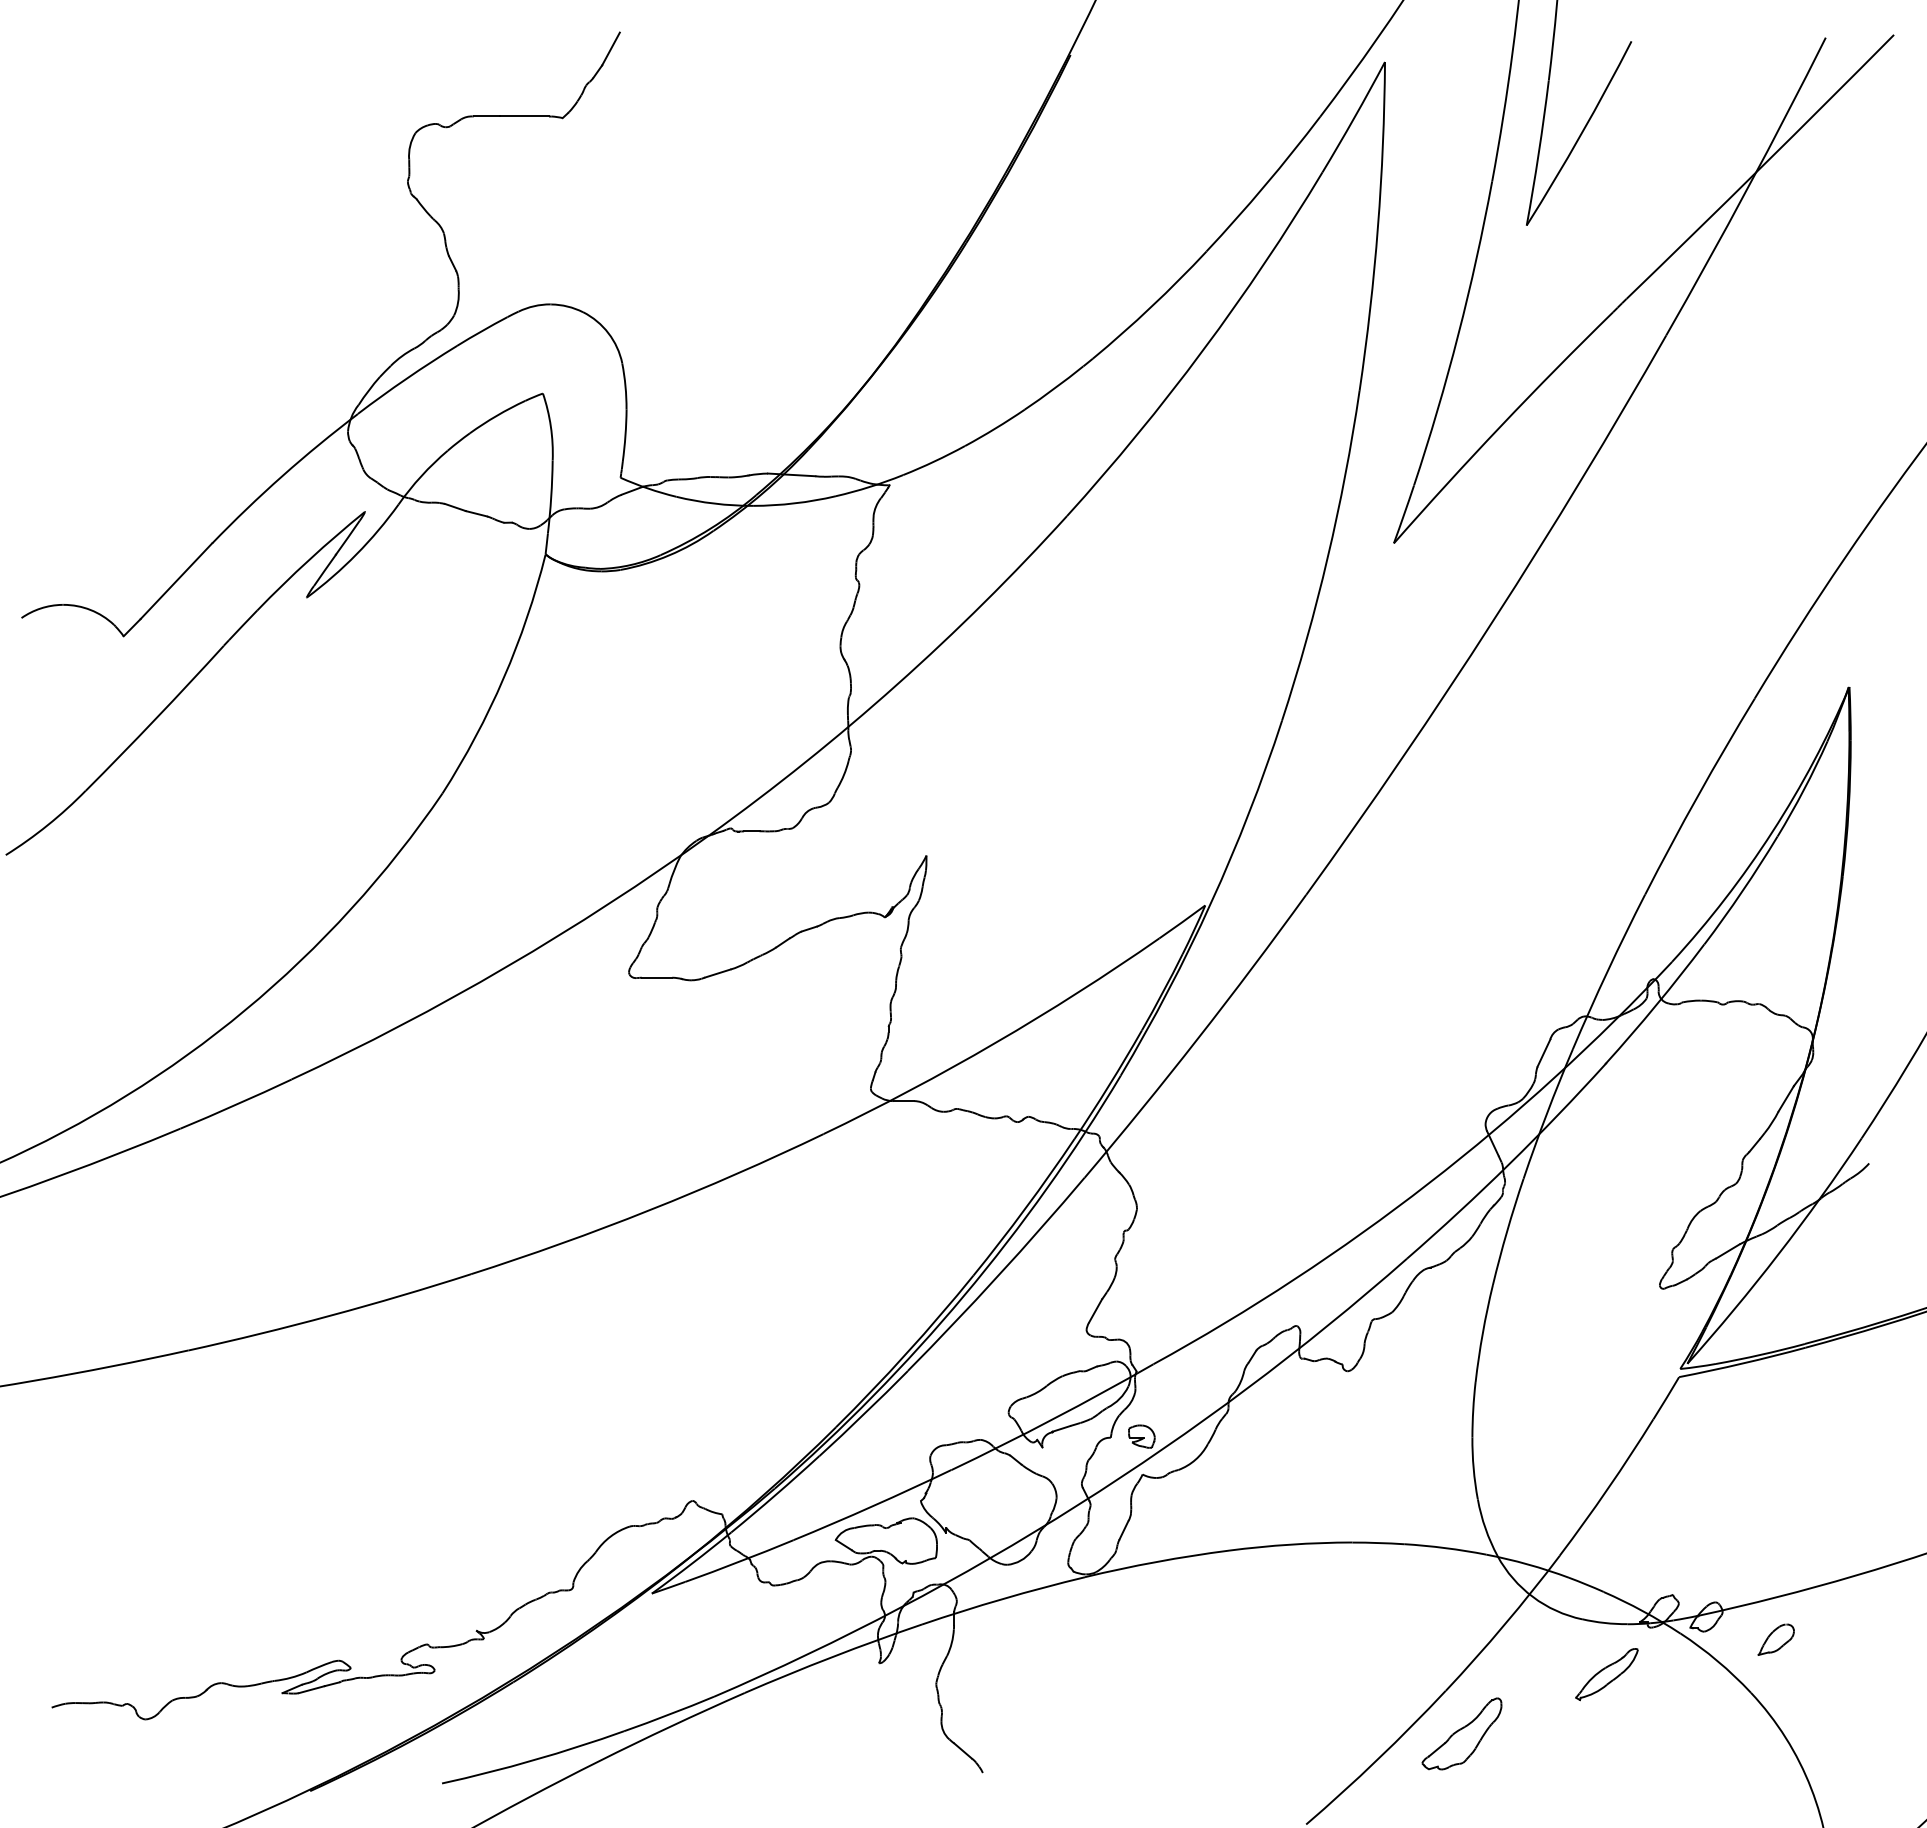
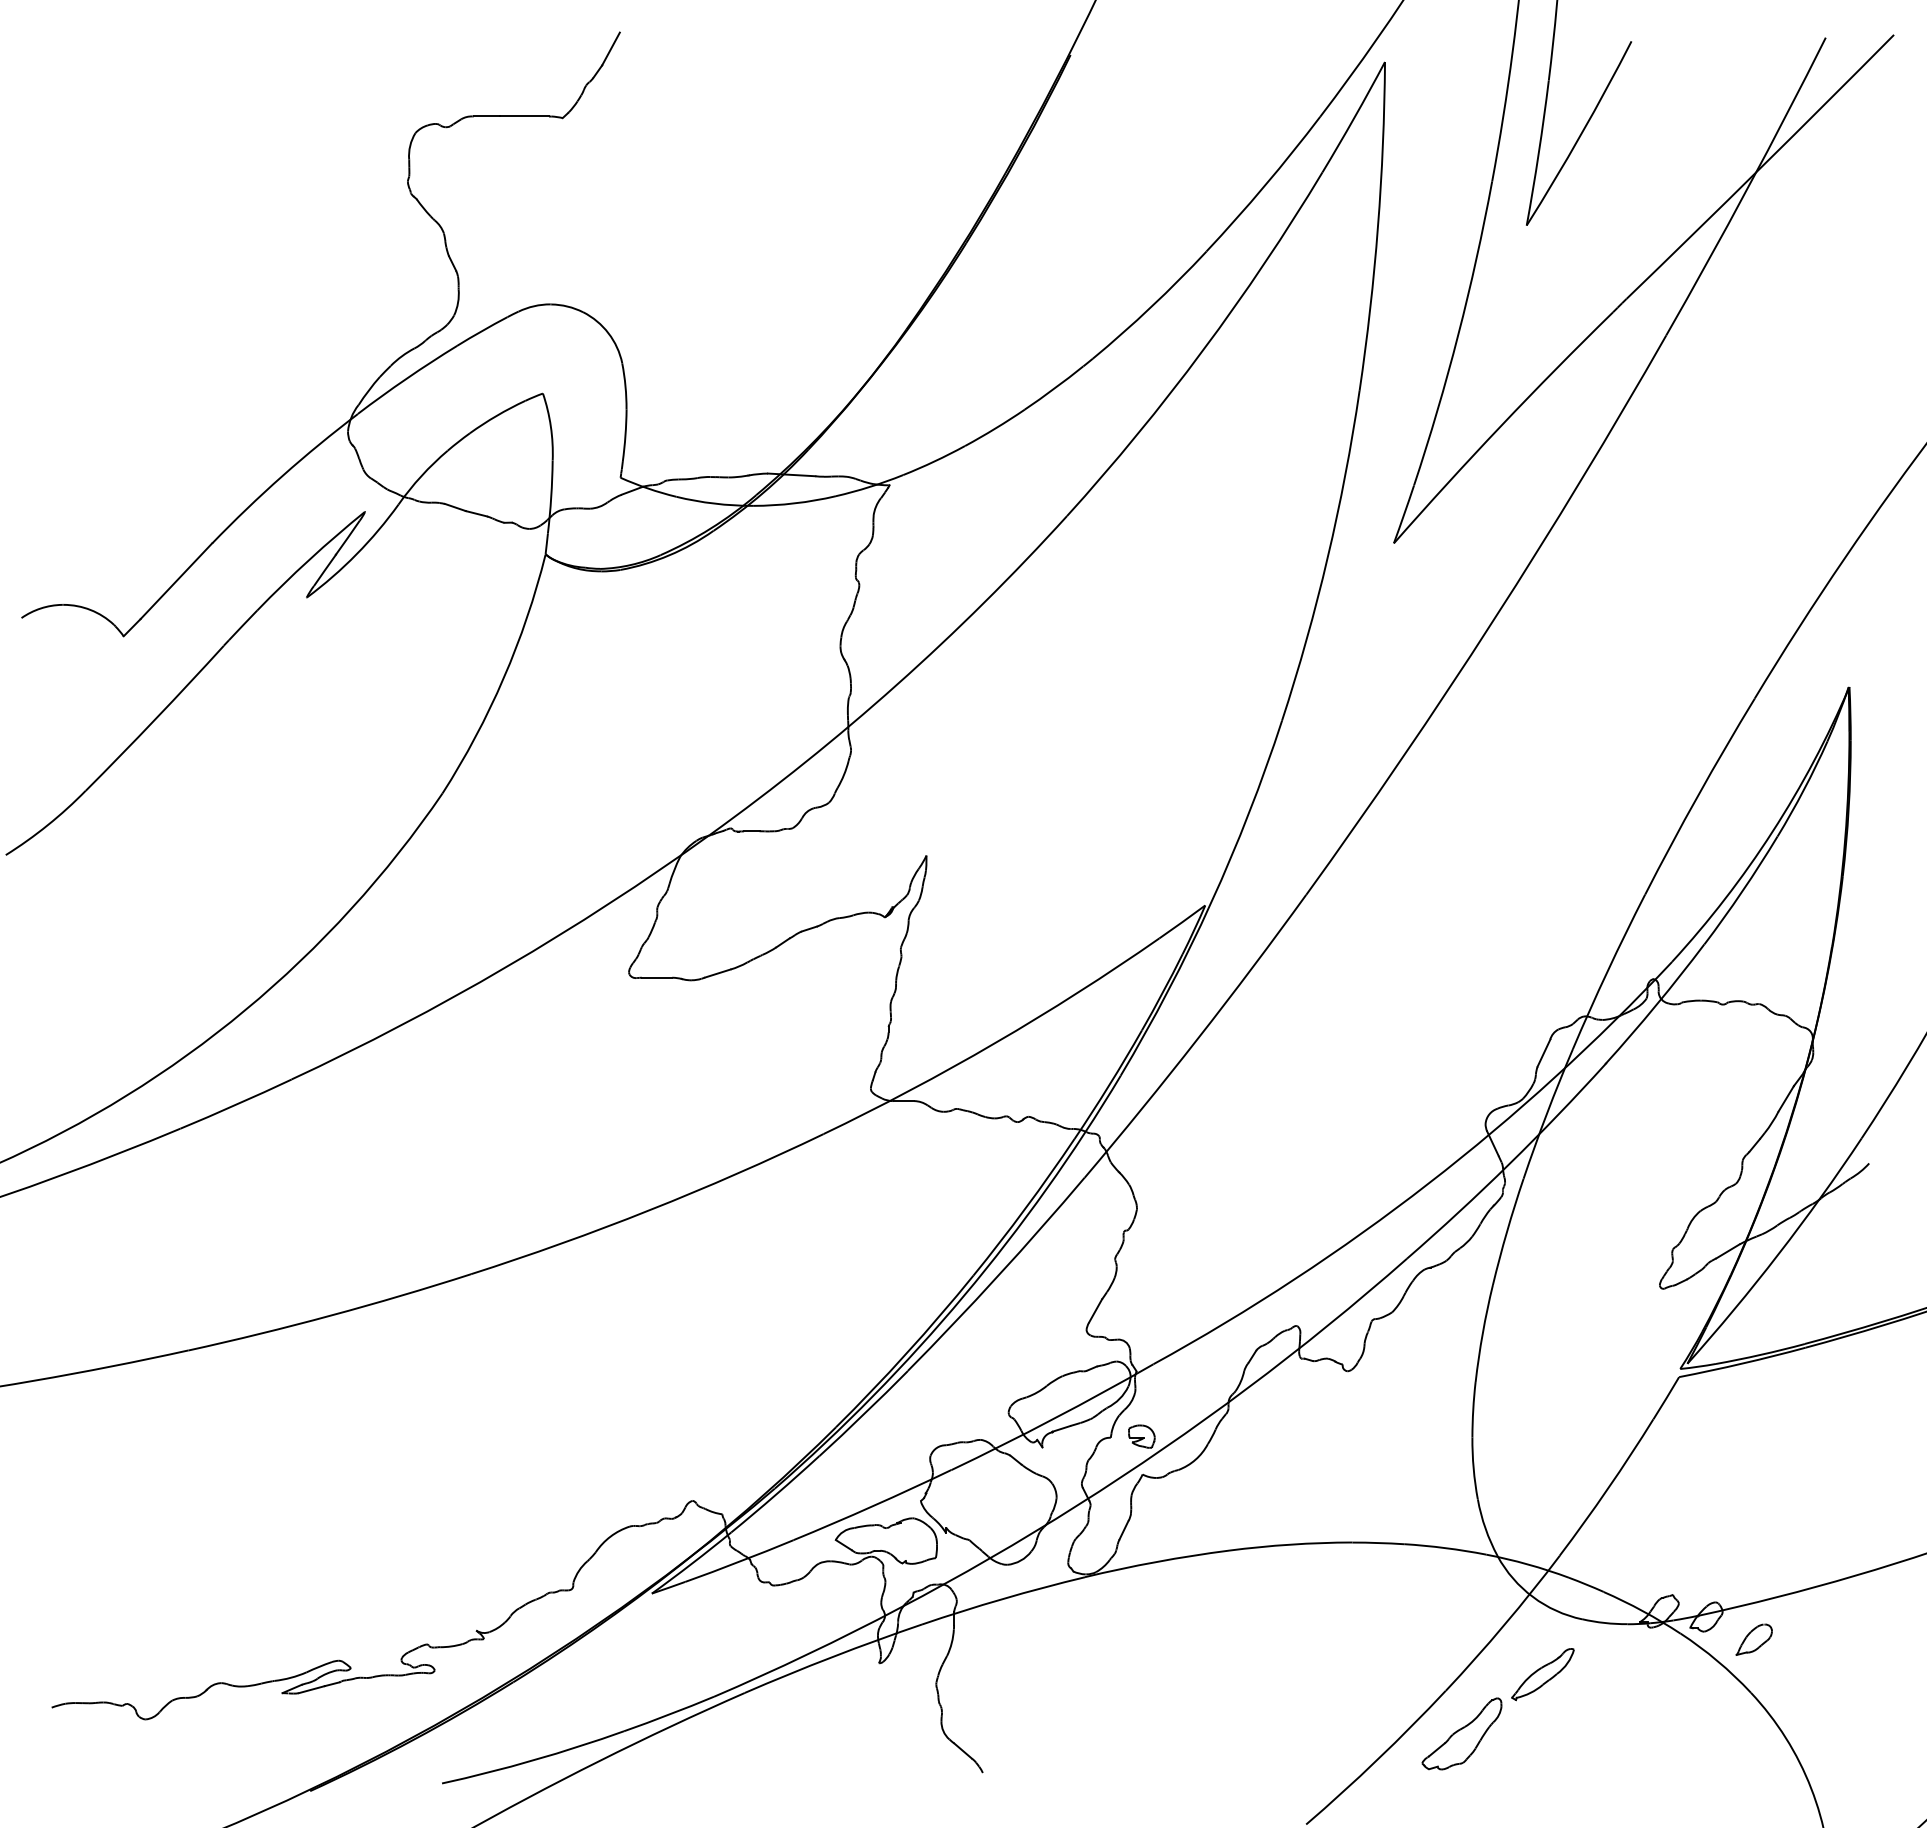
part at (1775, 1639) position: (1775, 1639) -> (1753, 1639)
part at (1606, 1674) position: (1606, 1674) -> (1542, 1674)
